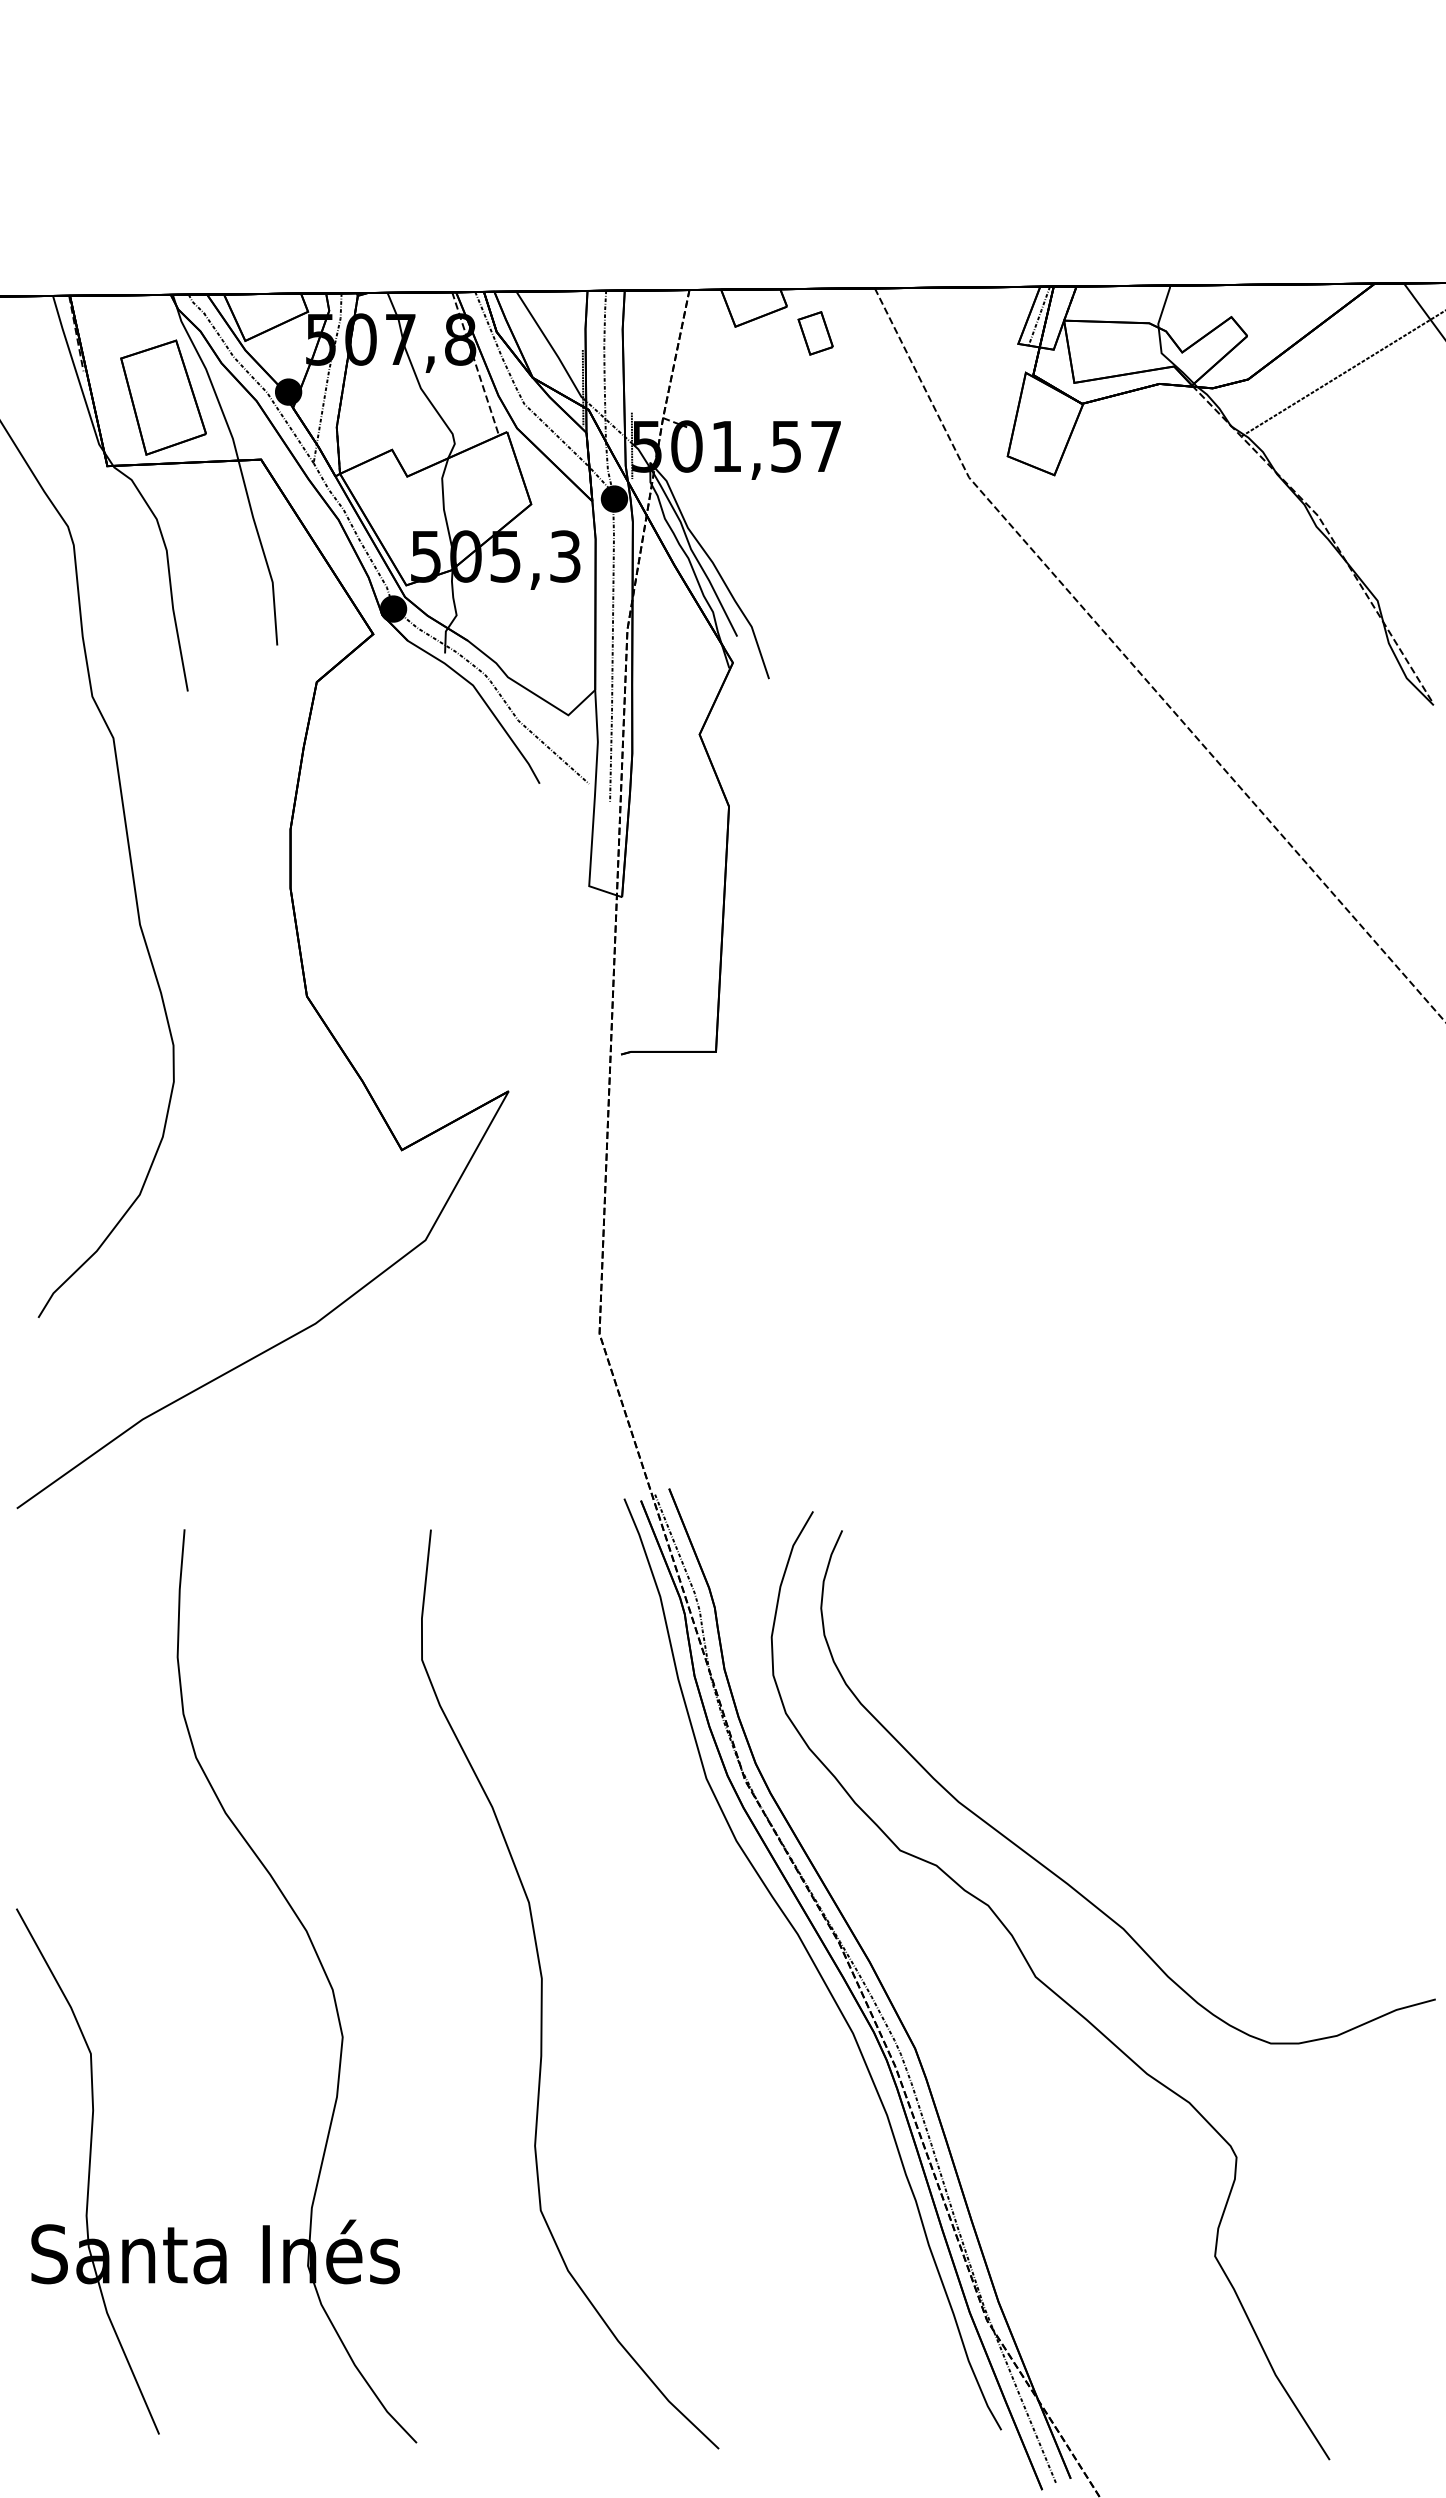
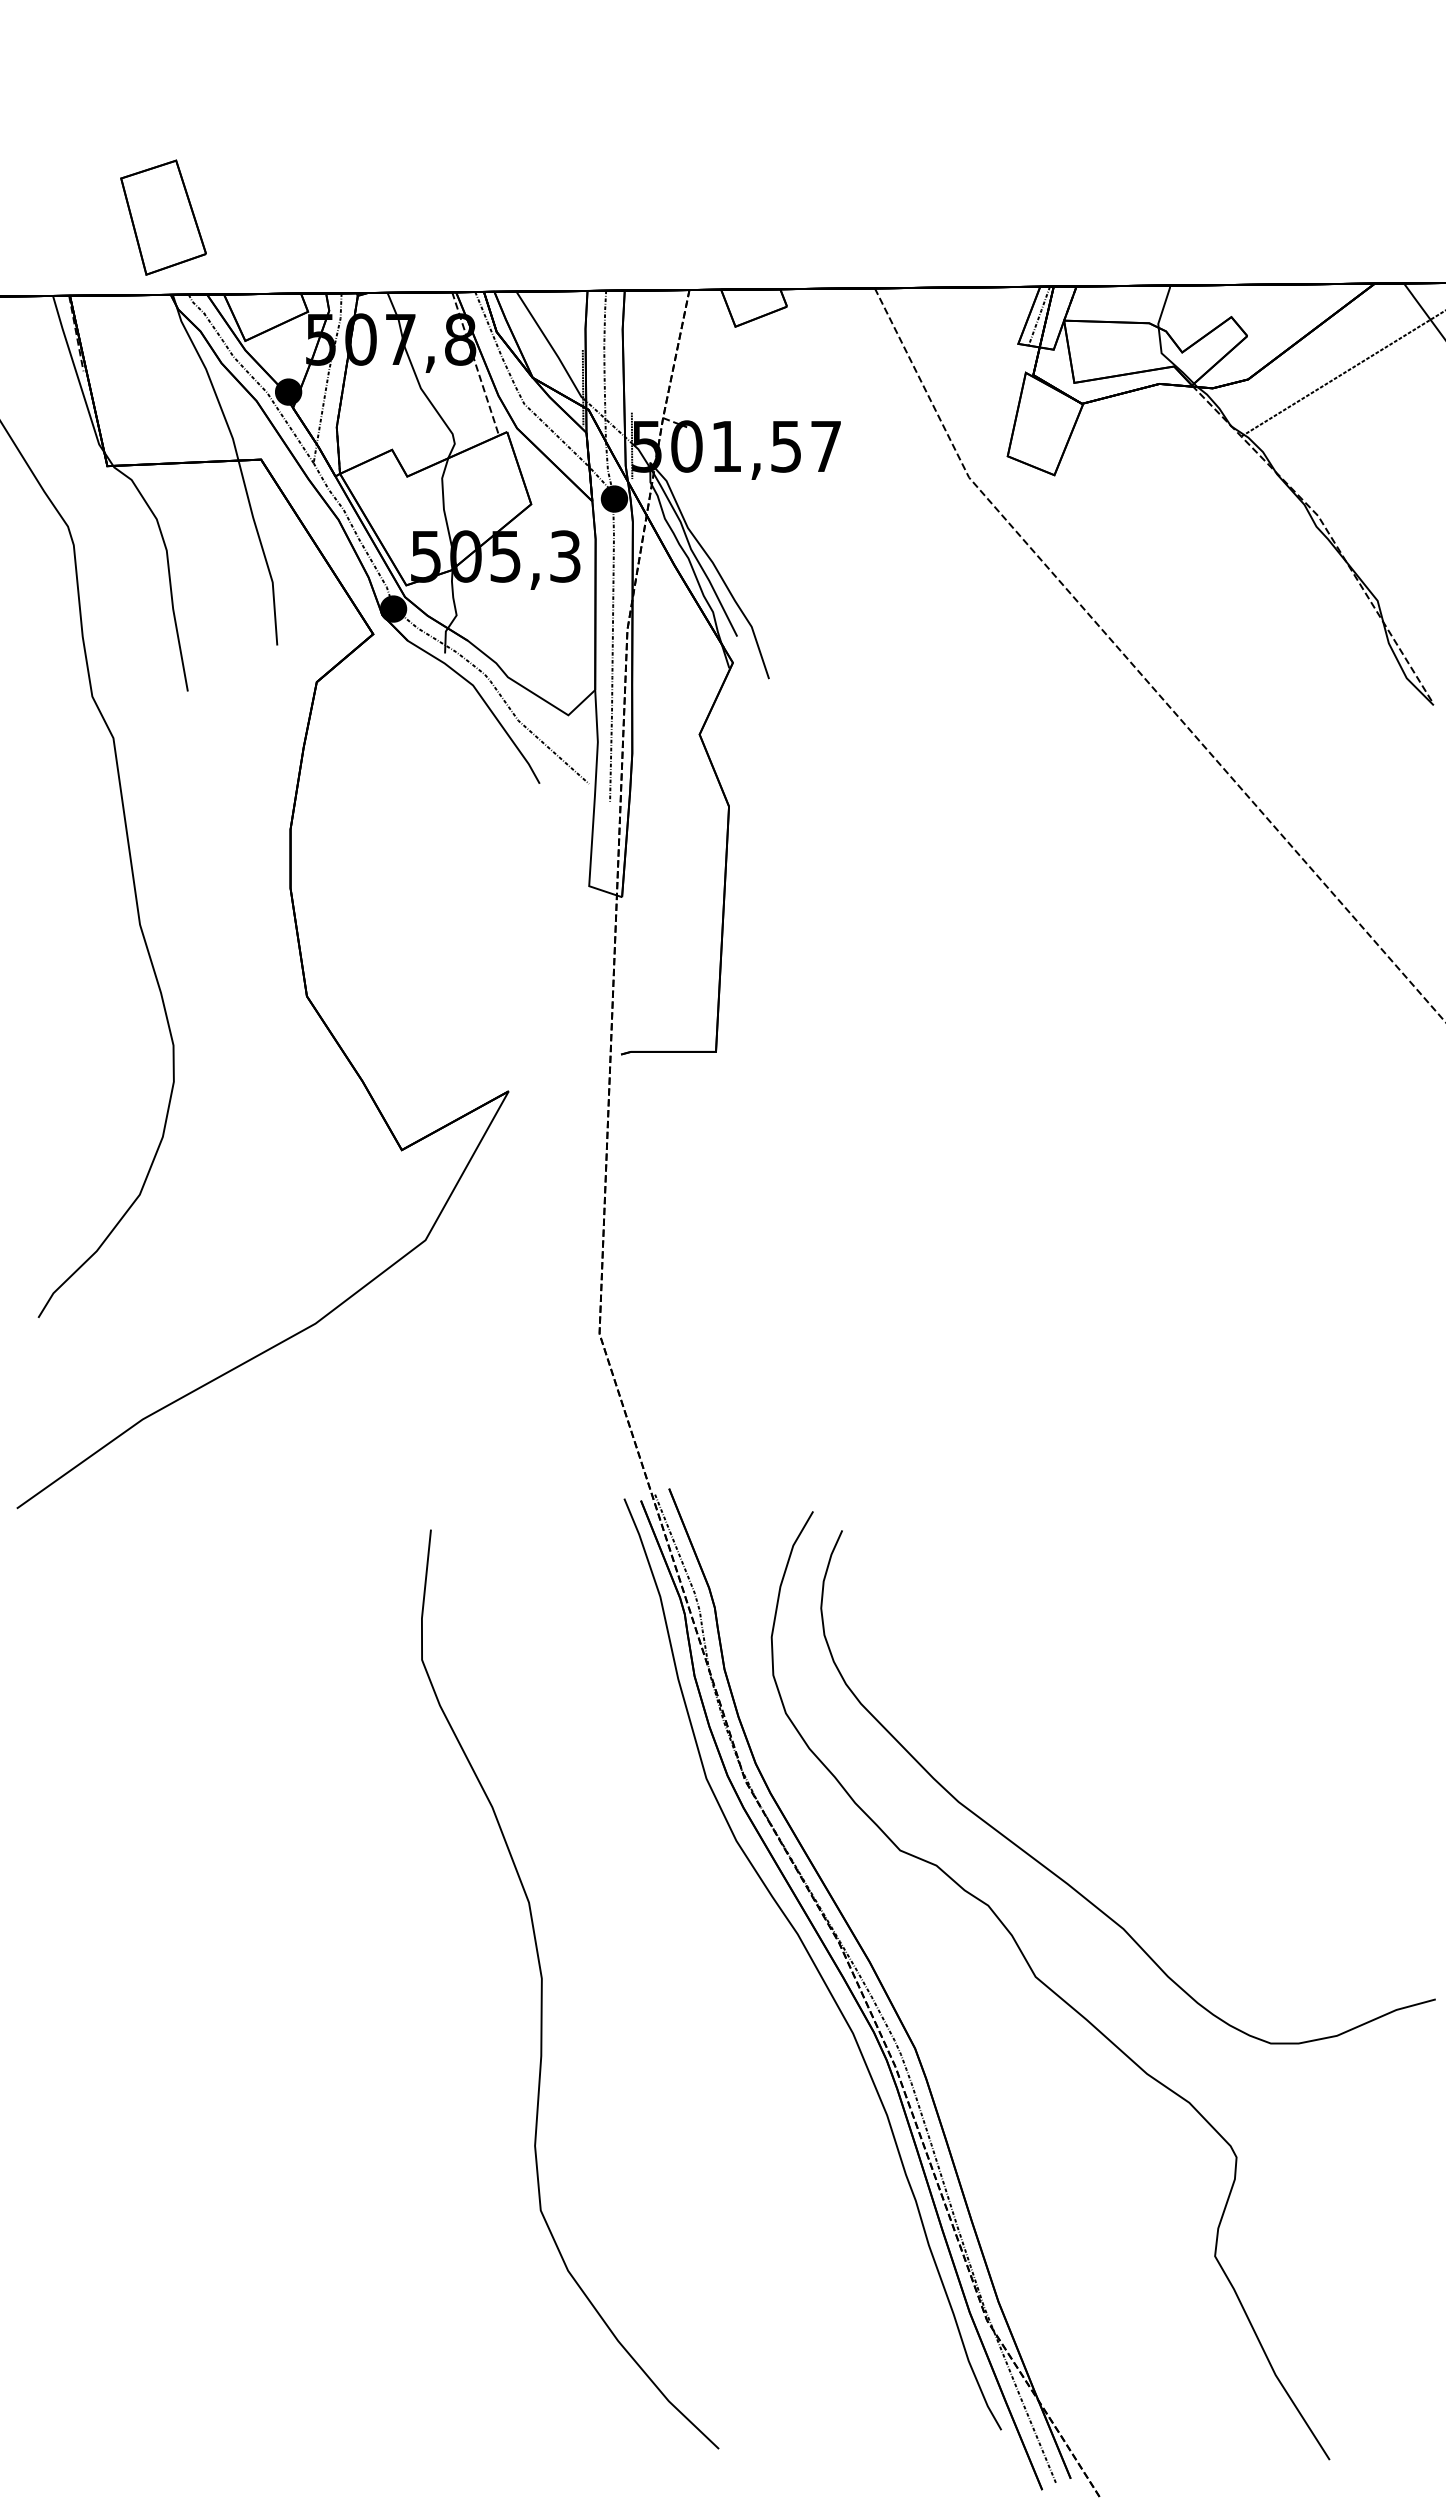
part at (815, 333): present -> none
part at (163, 397) position: (163, 397) -> (163, 217)
part at (312, 1947): present -> none
